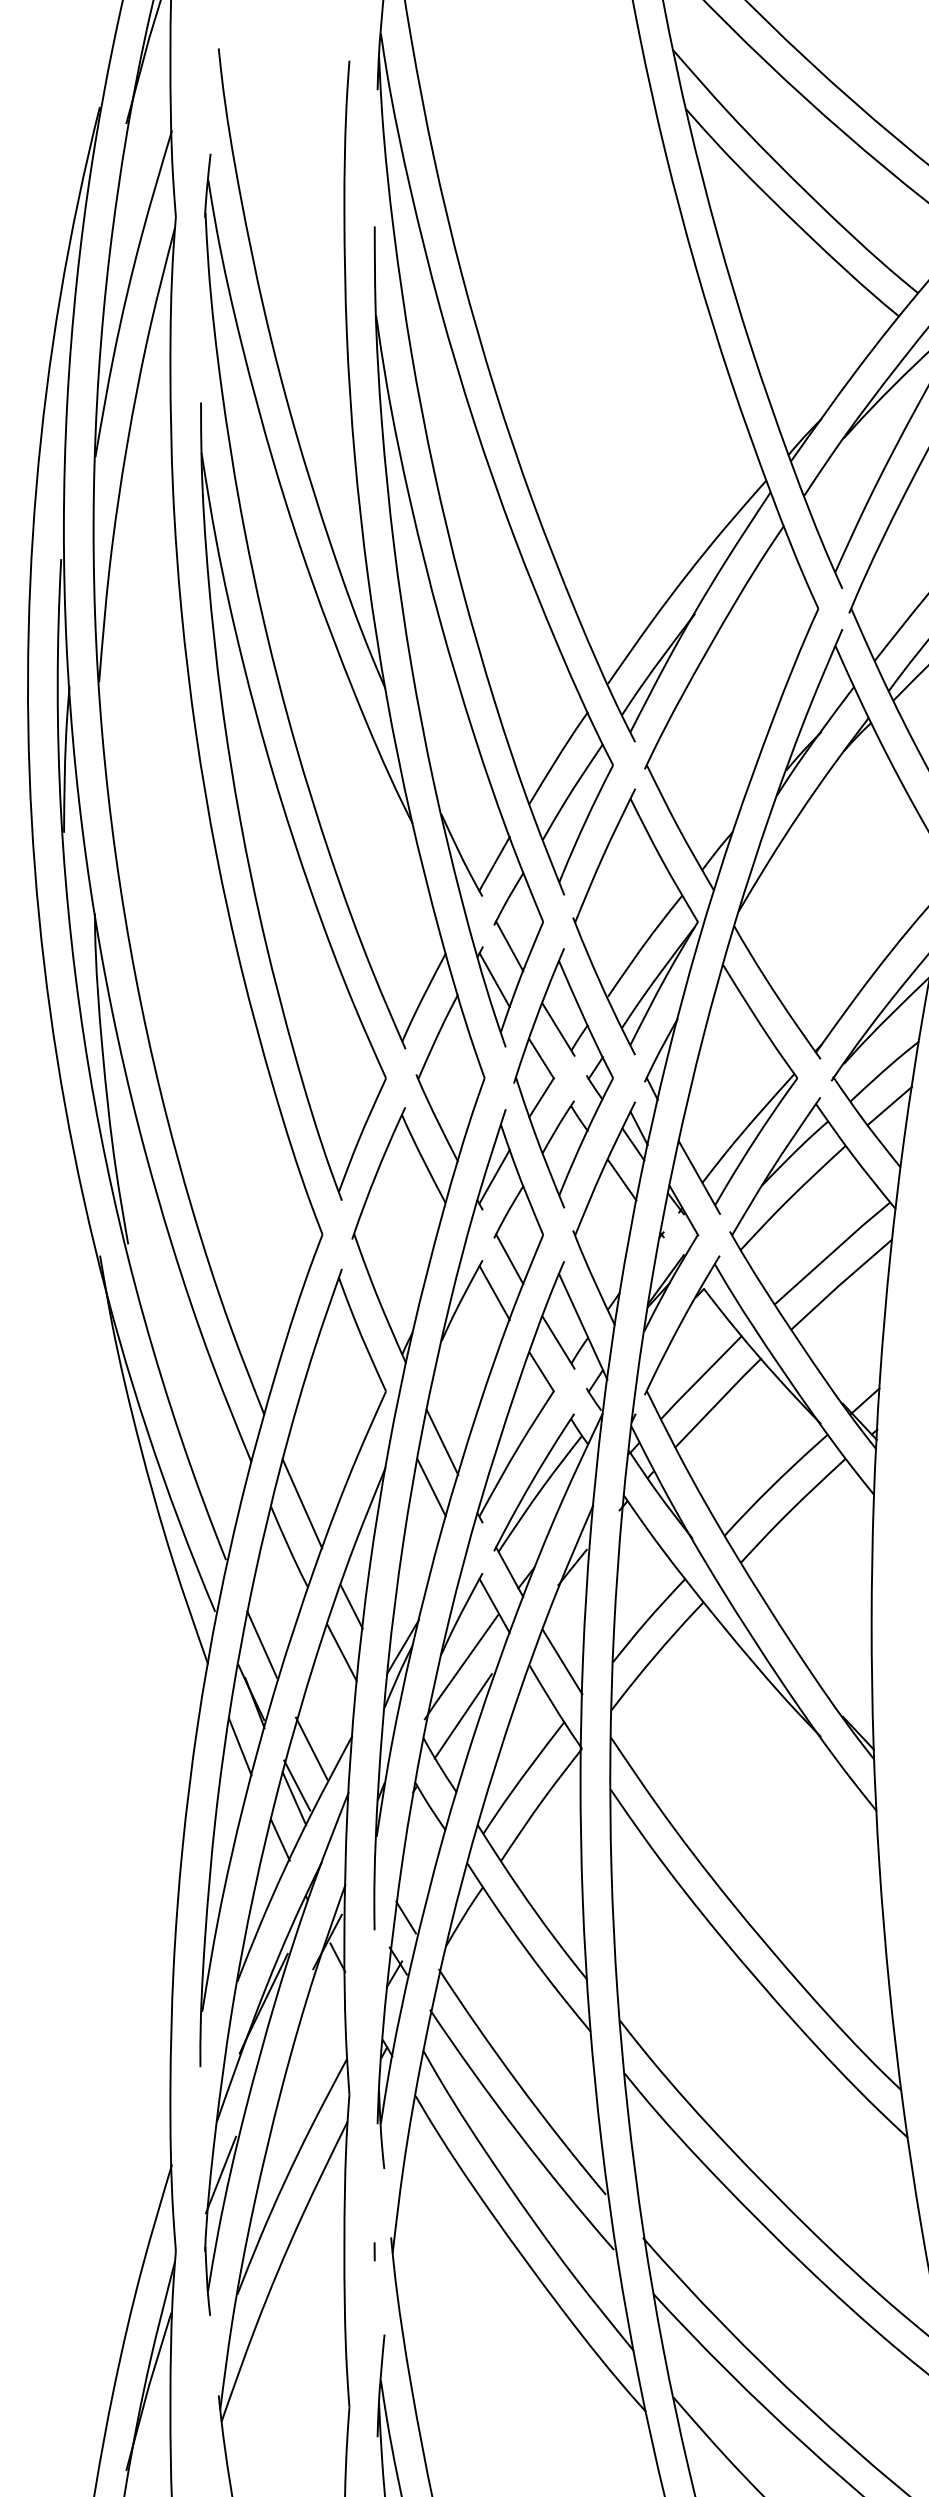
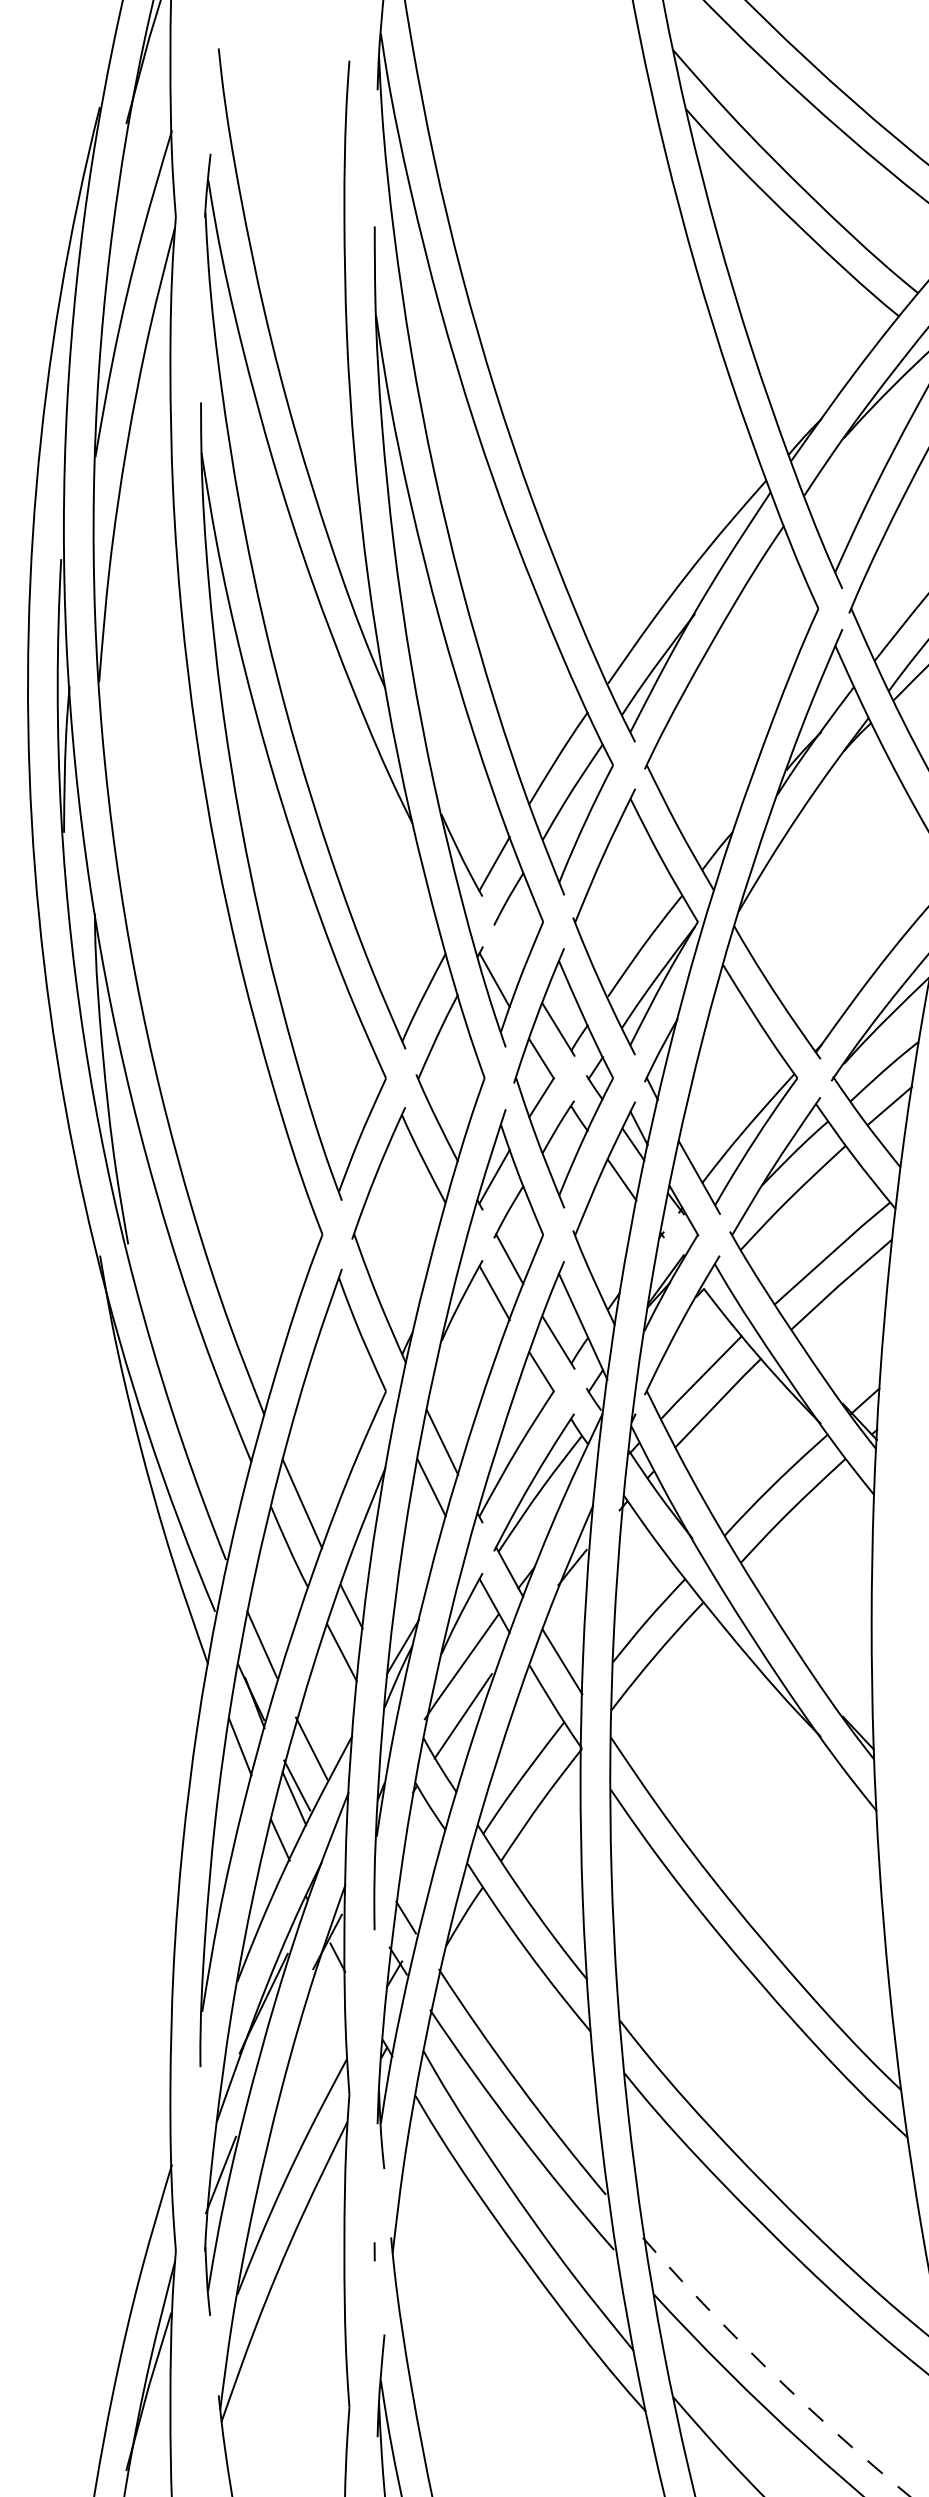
line at (509, 946): present -> none
arc at (771, 2372): solid -> dashed
